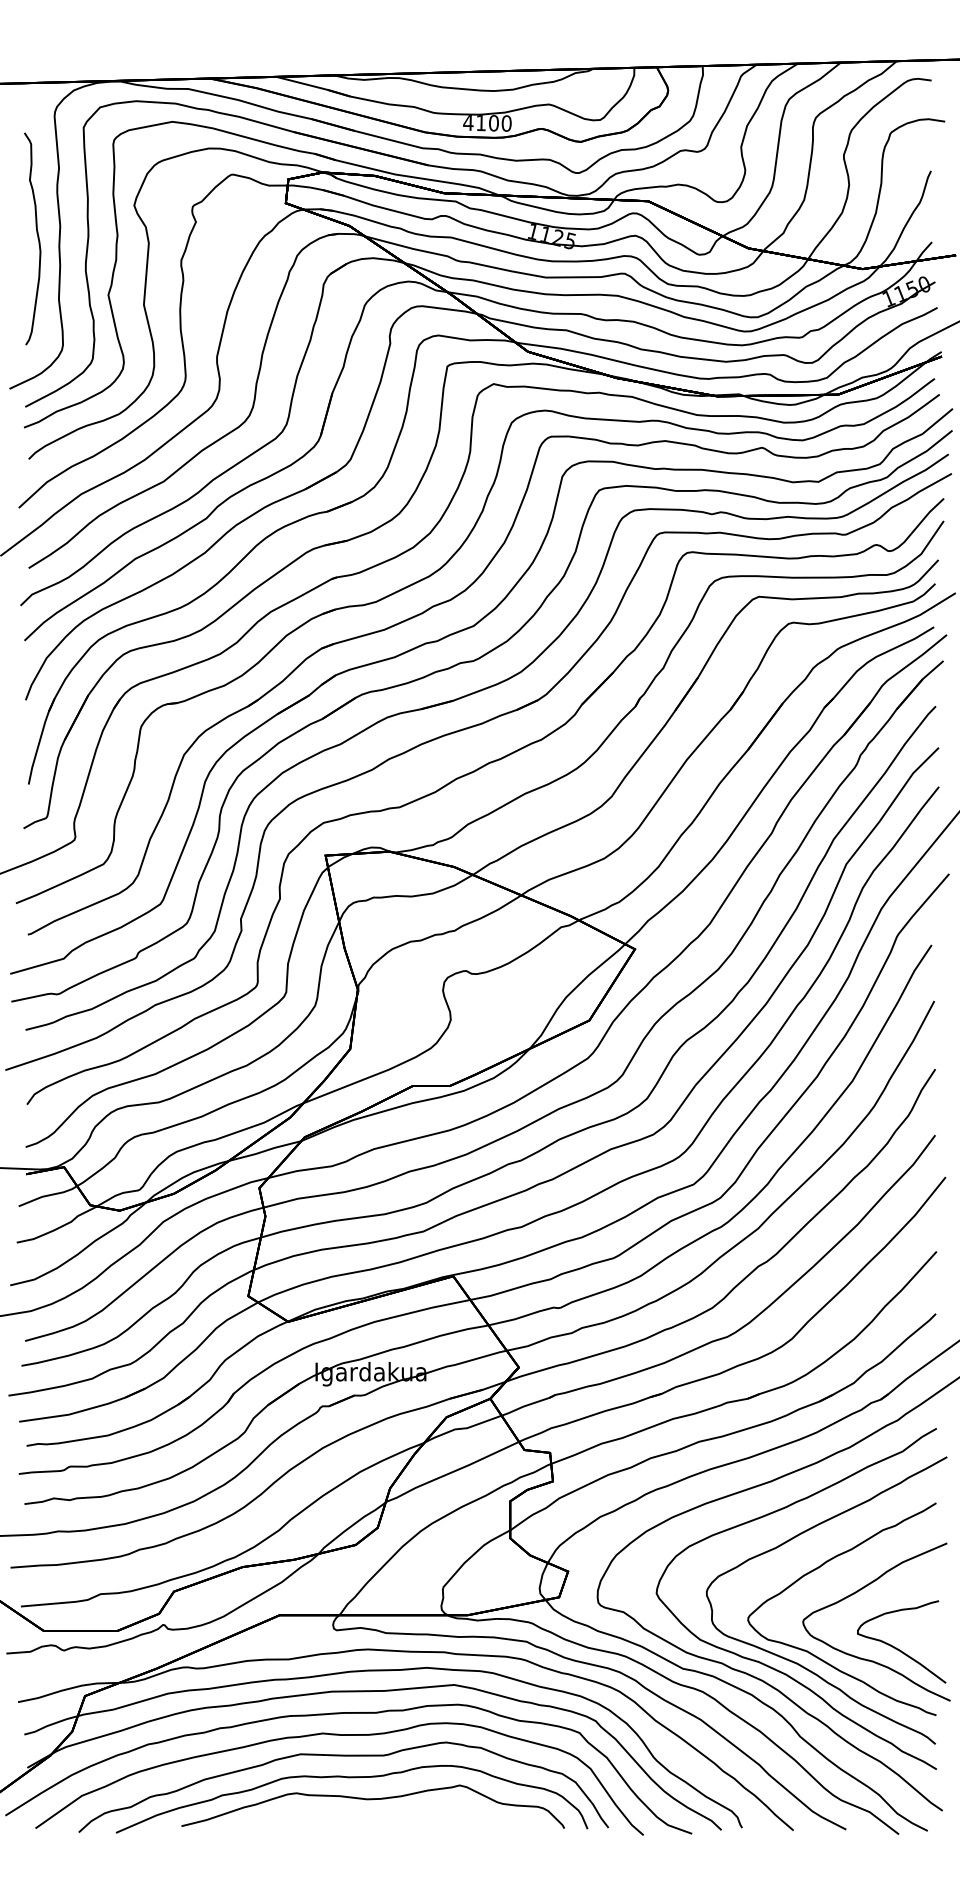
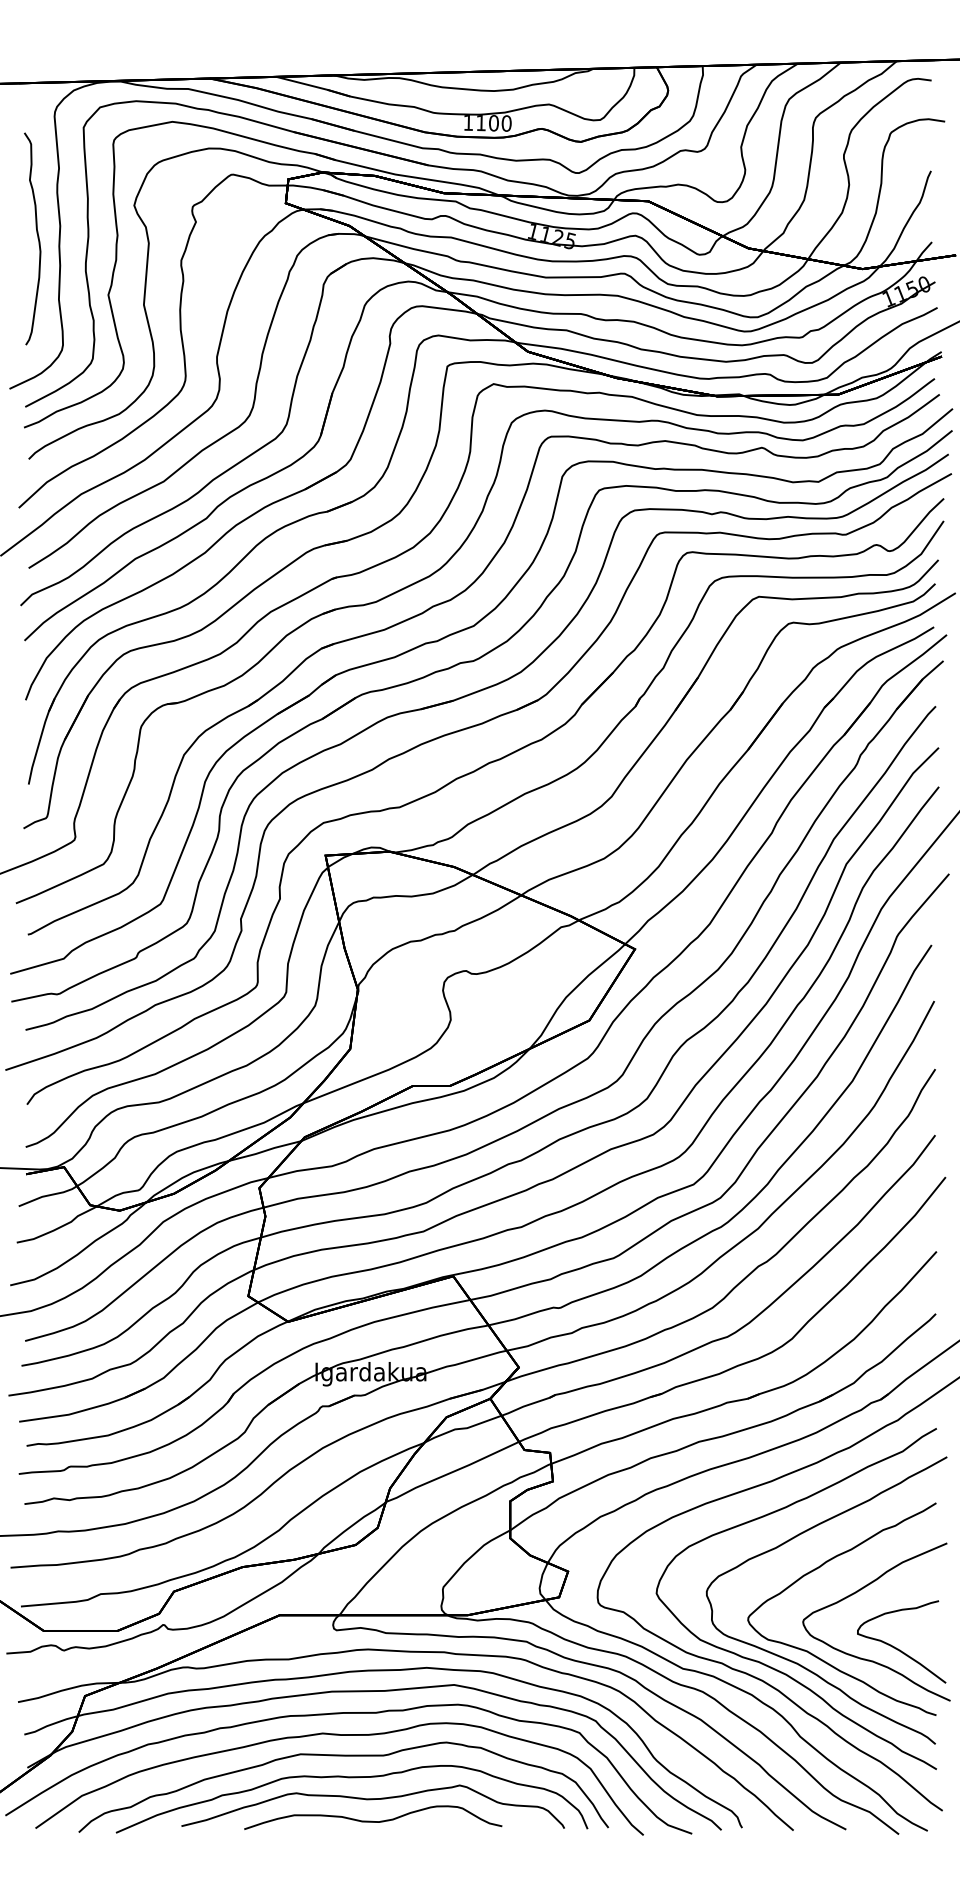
text at (468, 122): 4100 -> 1100
curve at (371, 1820): none -> present
